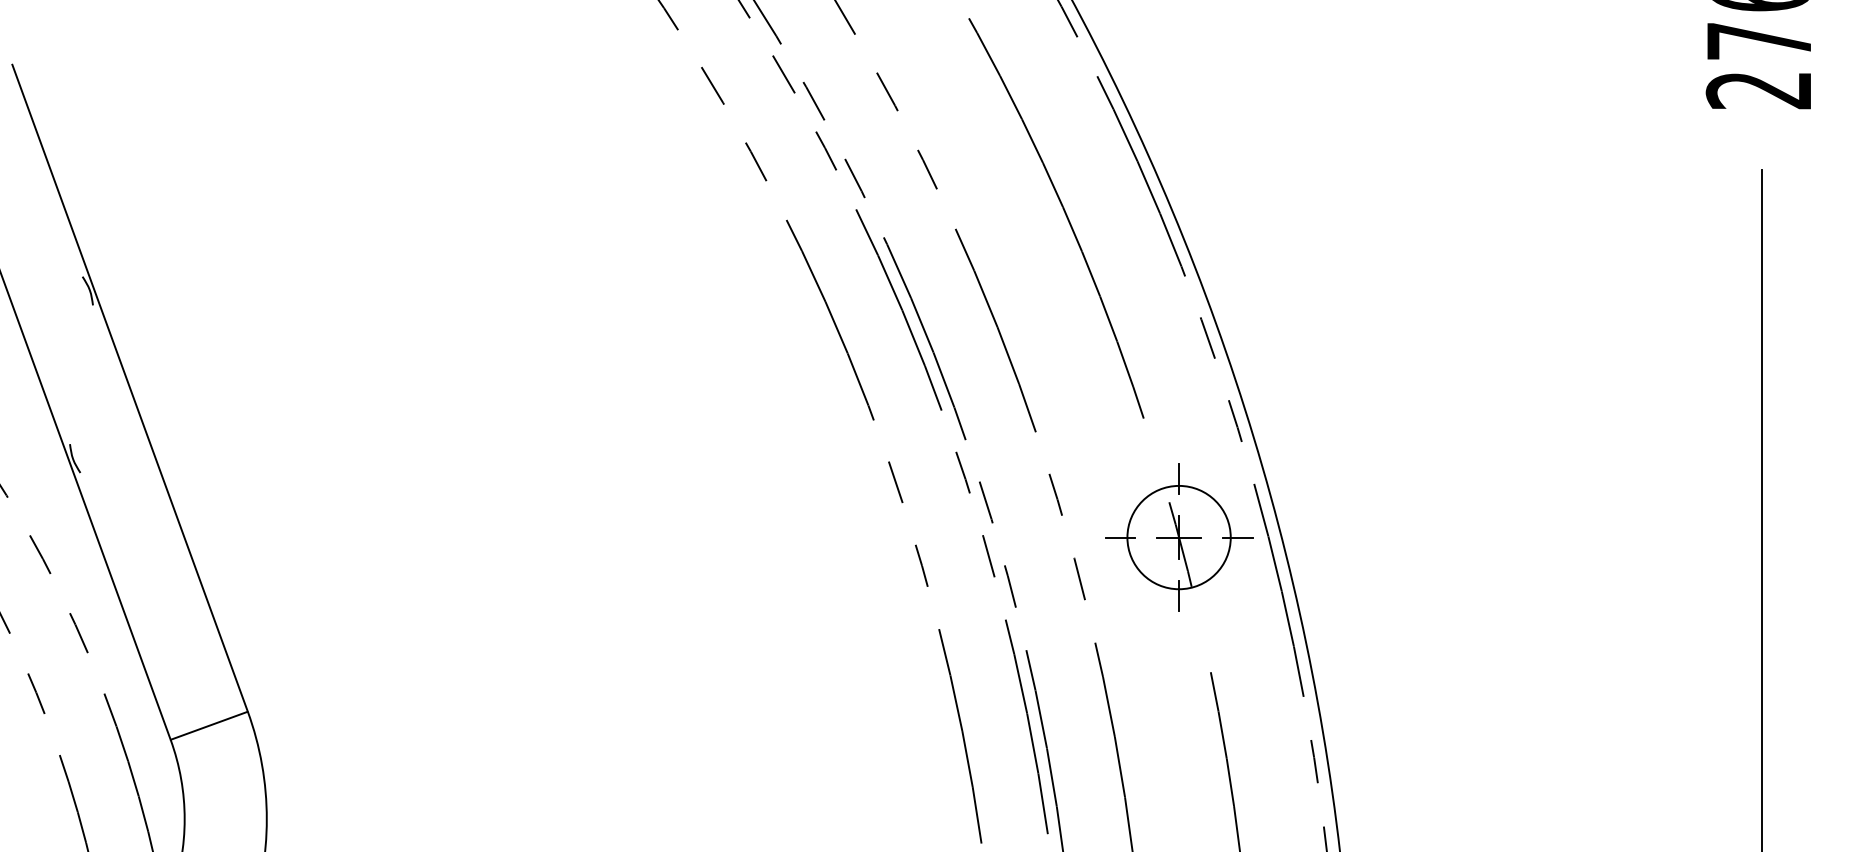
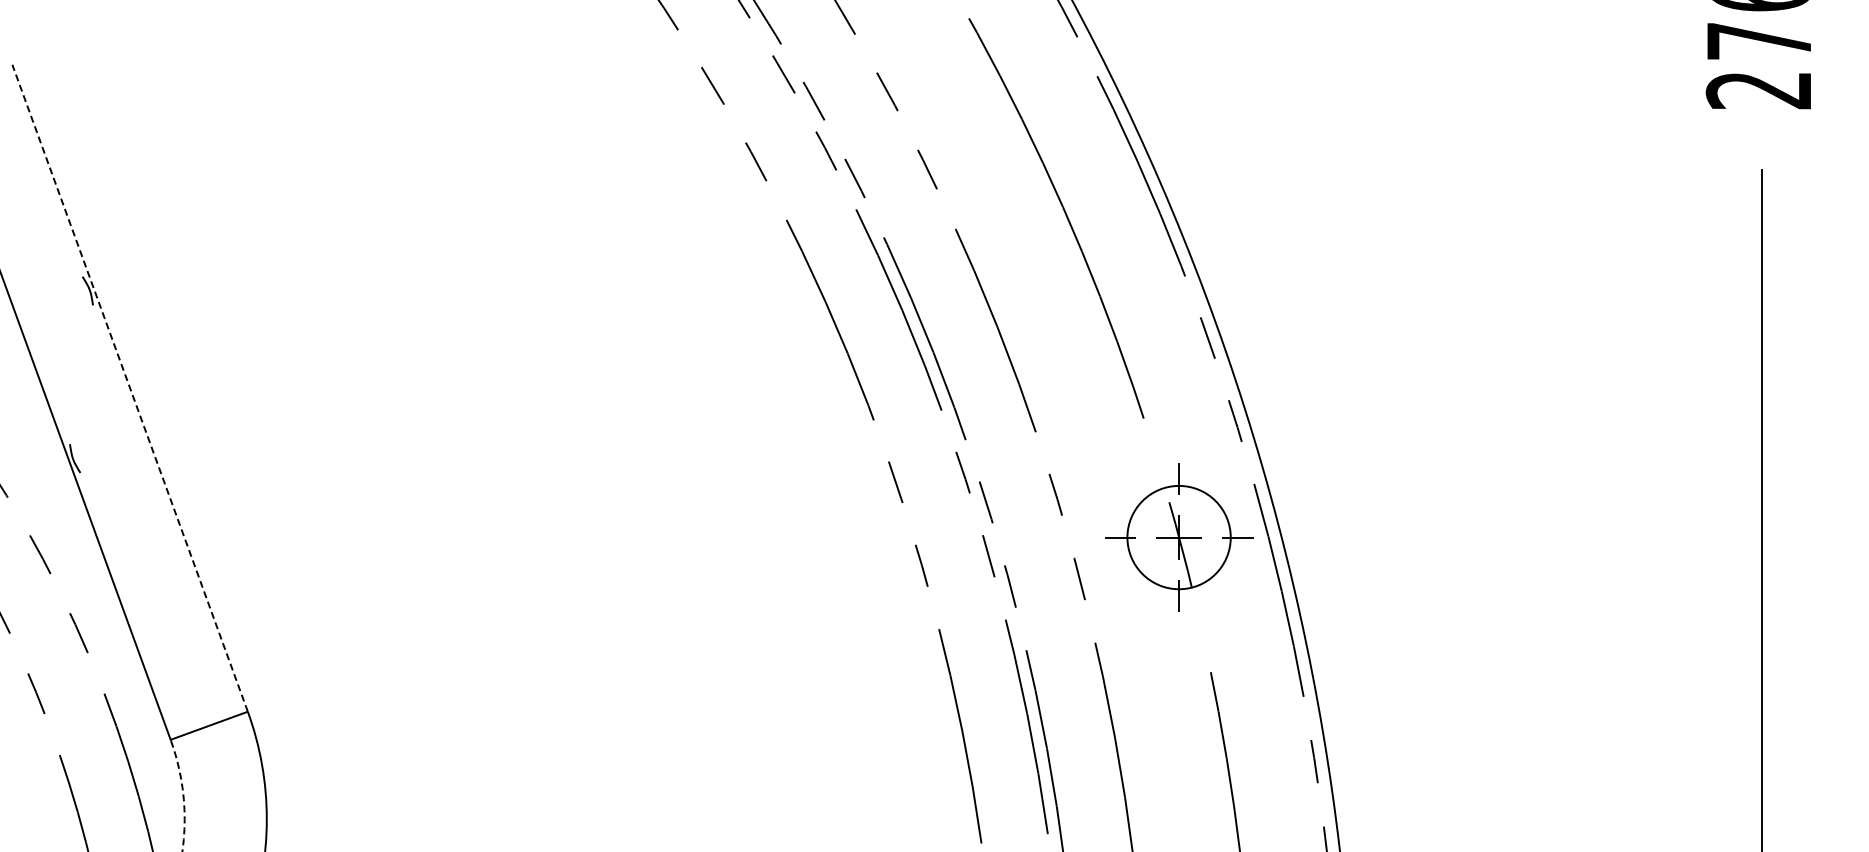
line at (129, 387): solid -> dashed
arc at (183, 795): solid -> dashed
